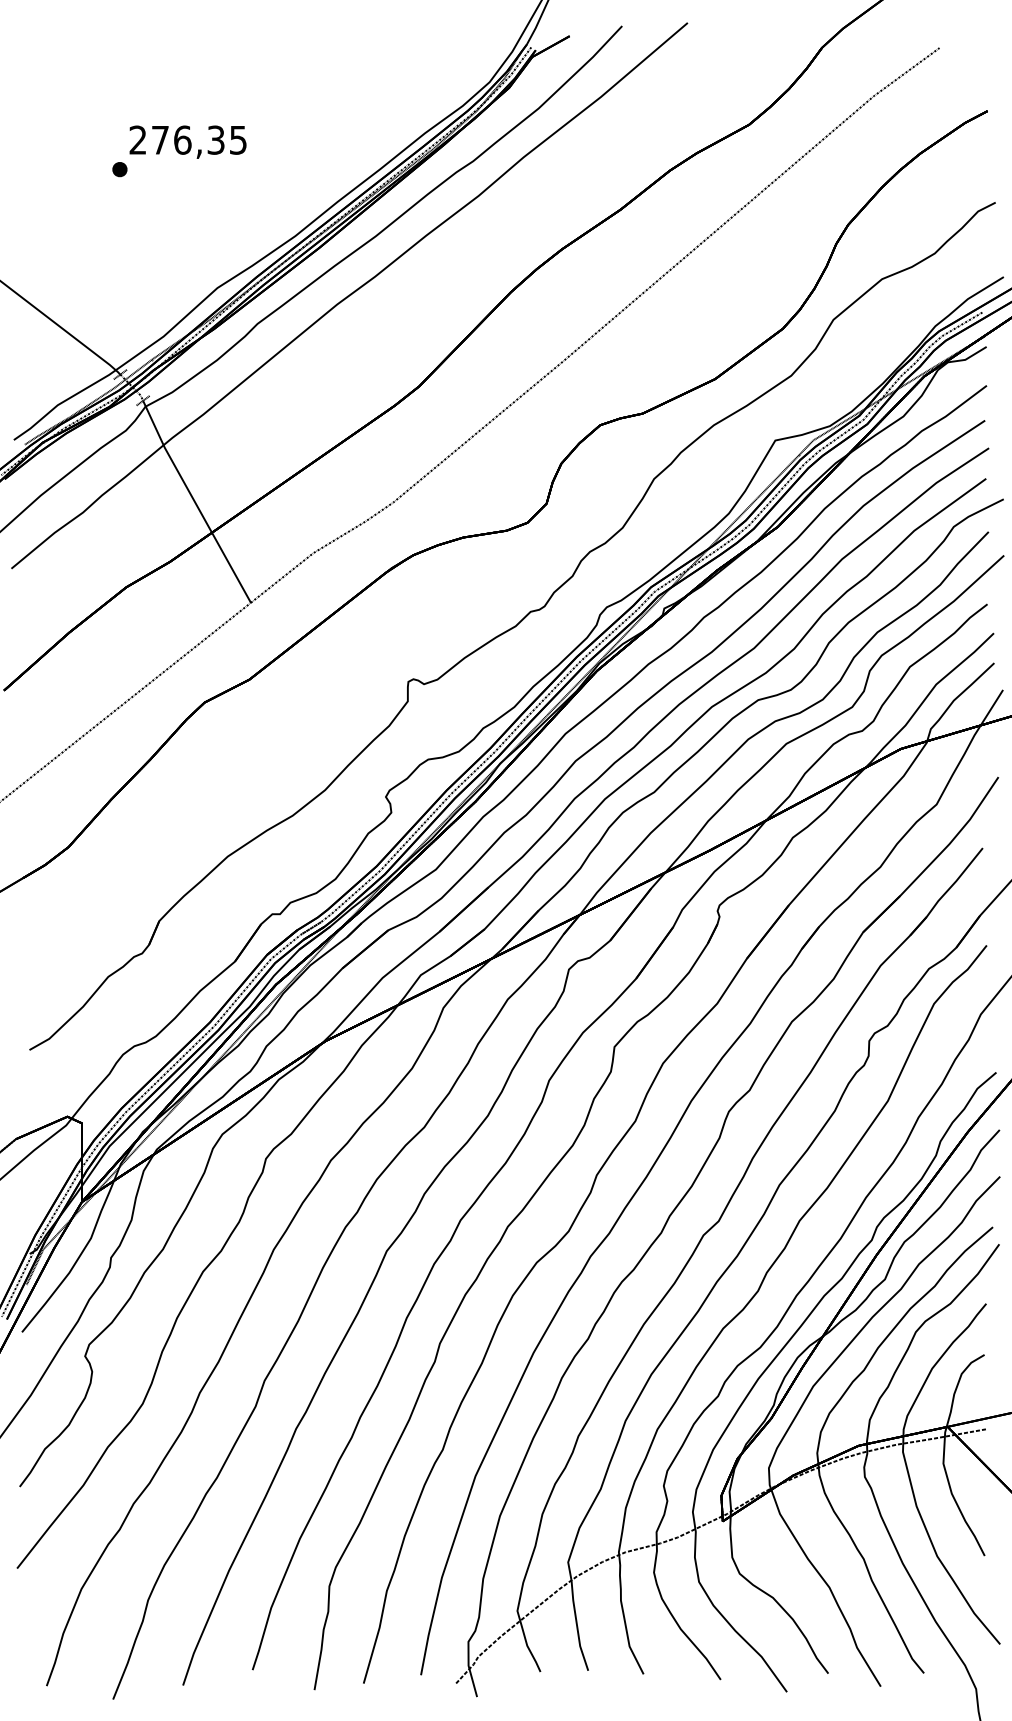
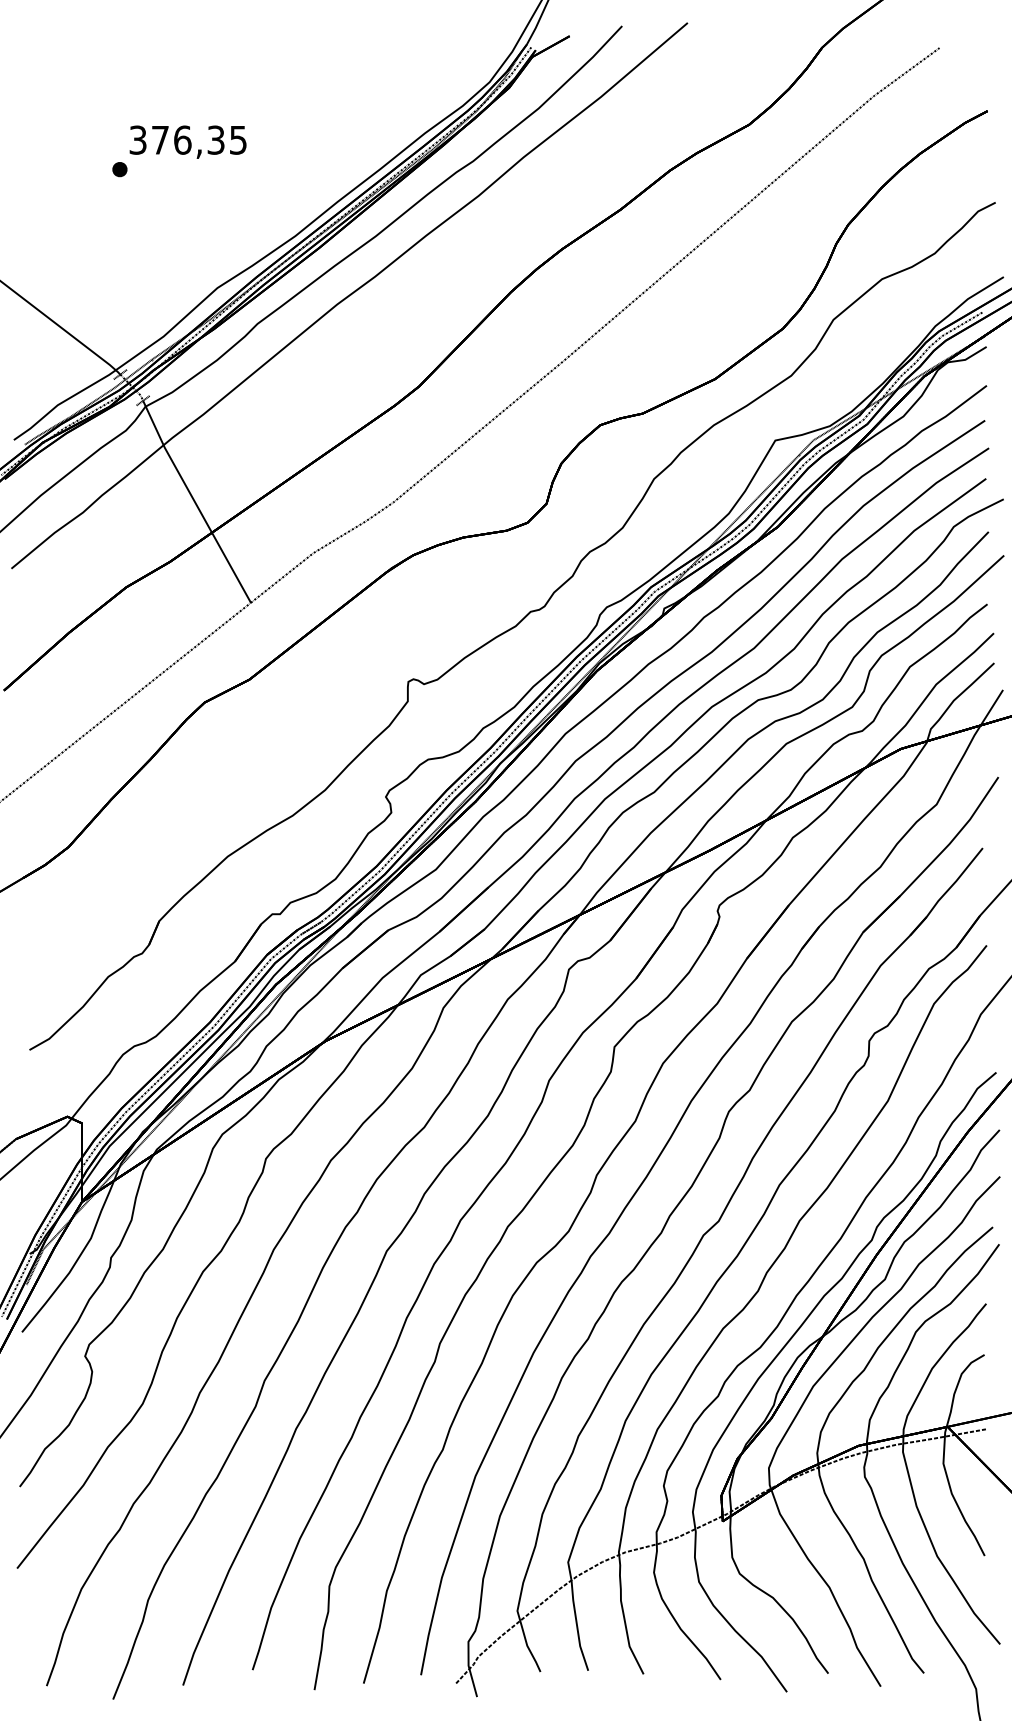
text at (137, 139): 276,35 -> 376,35
